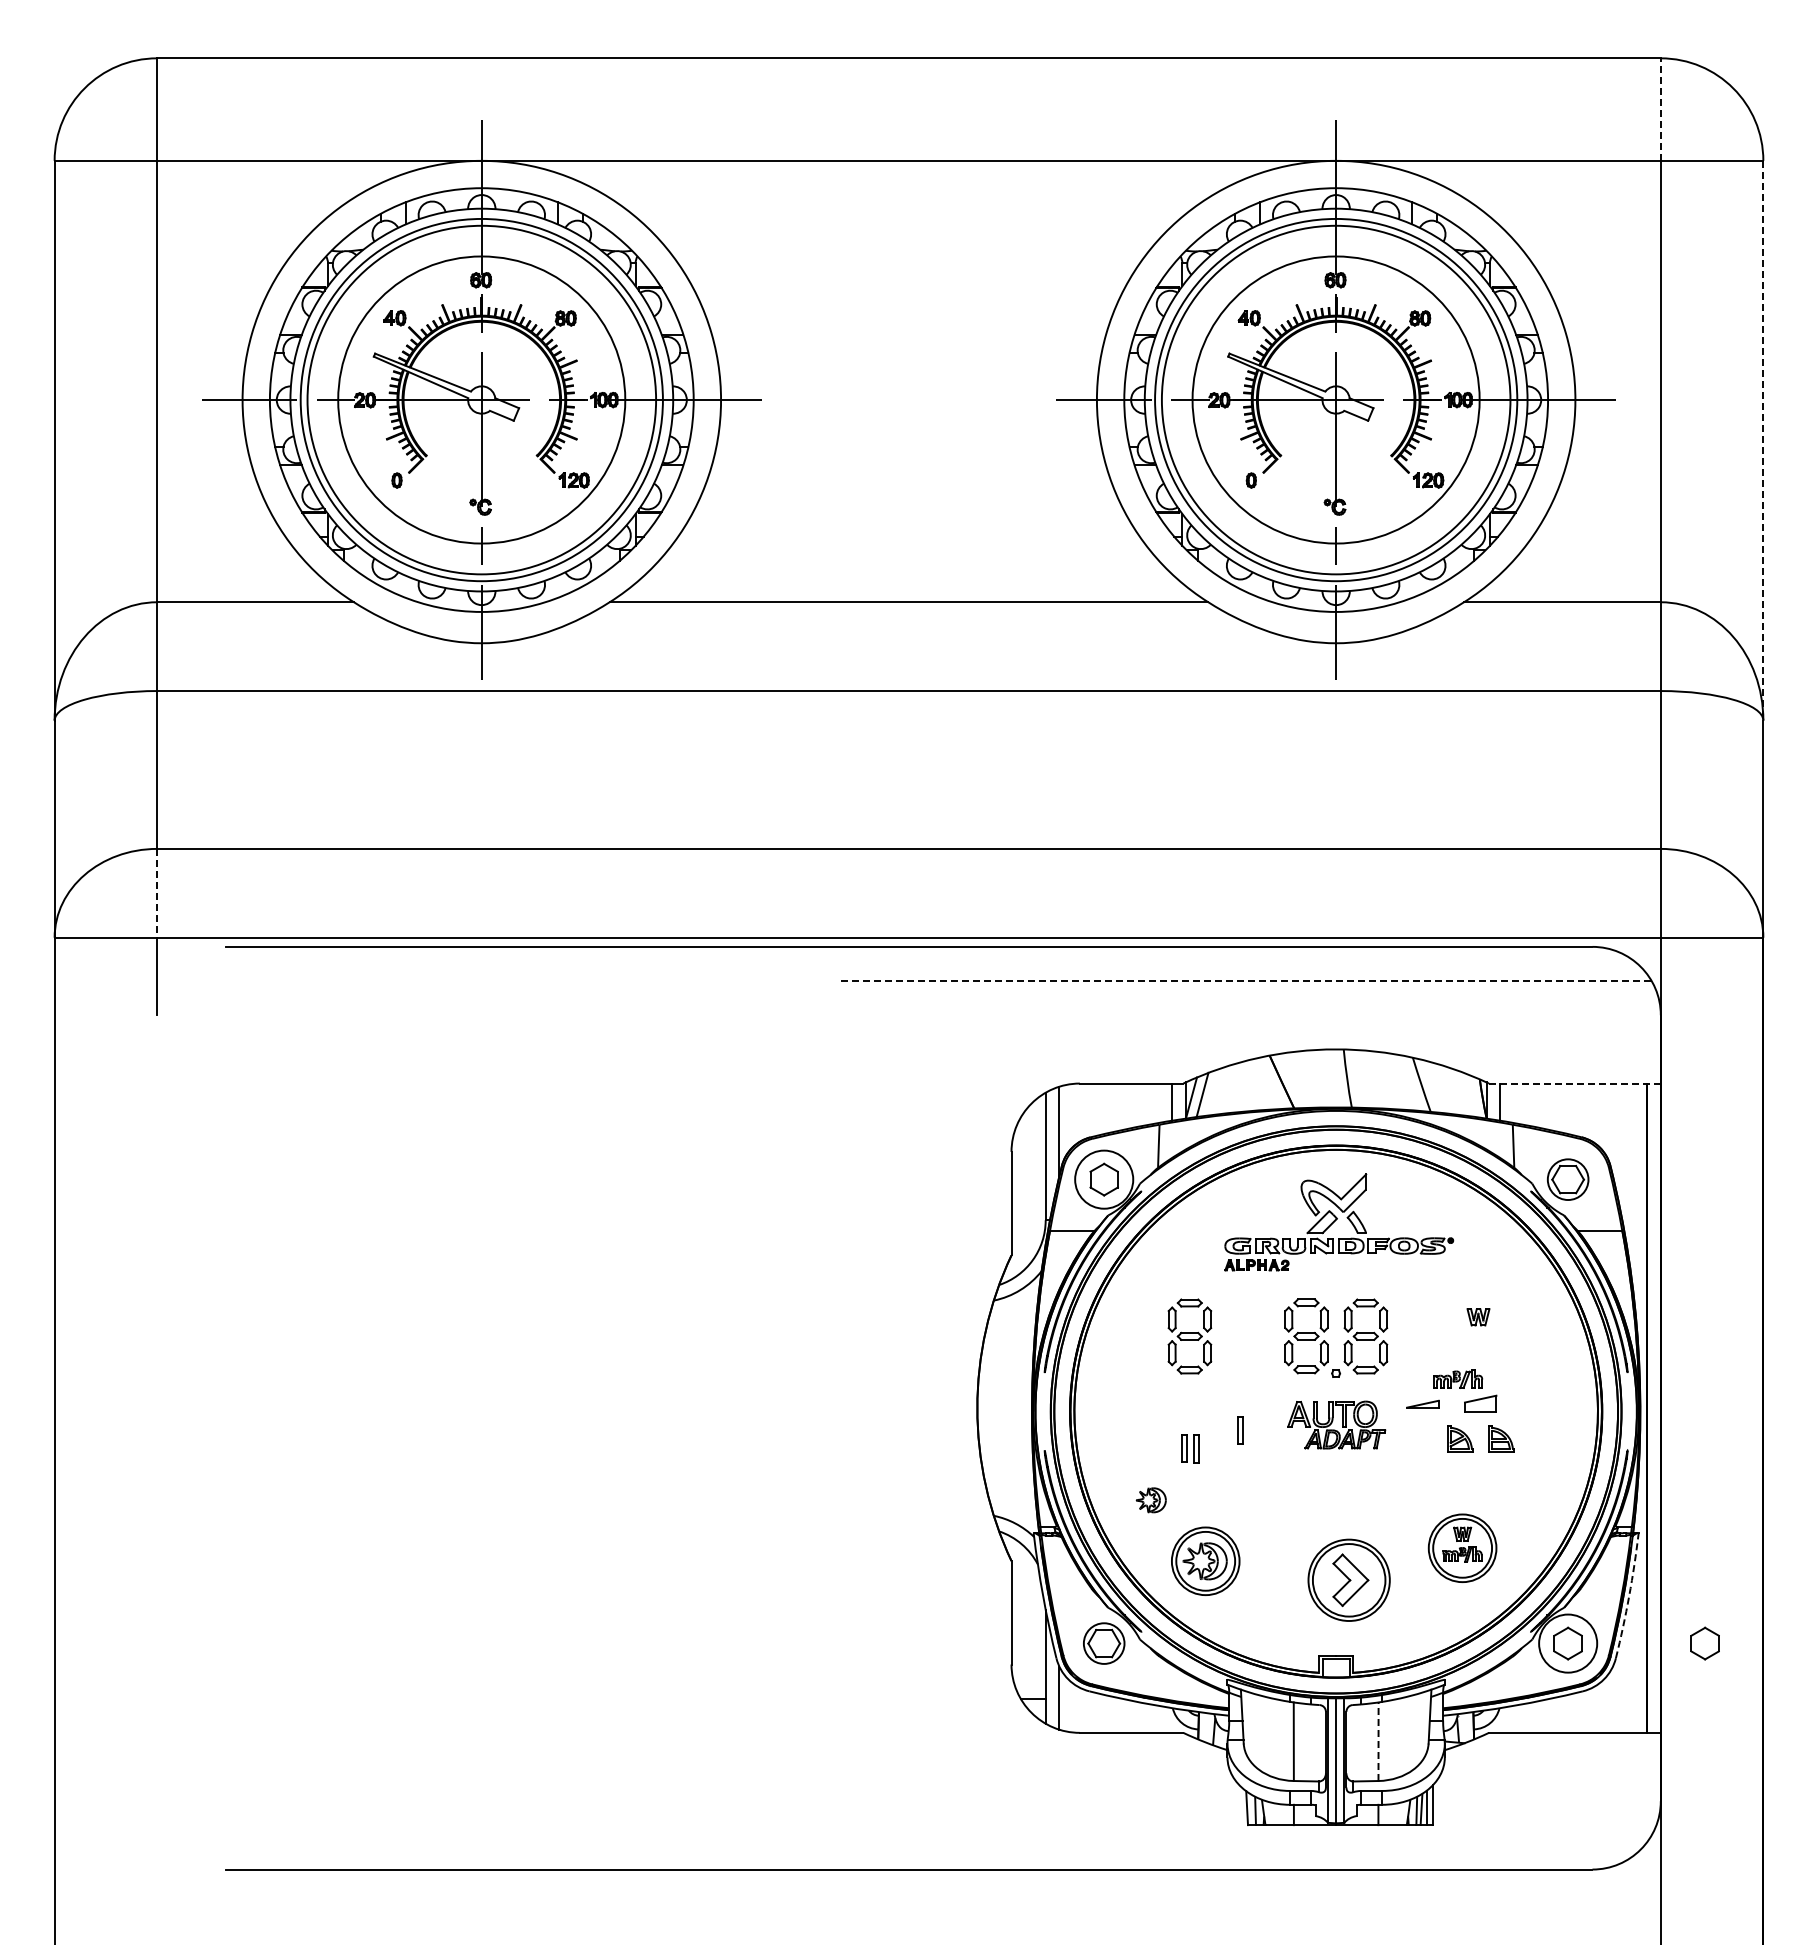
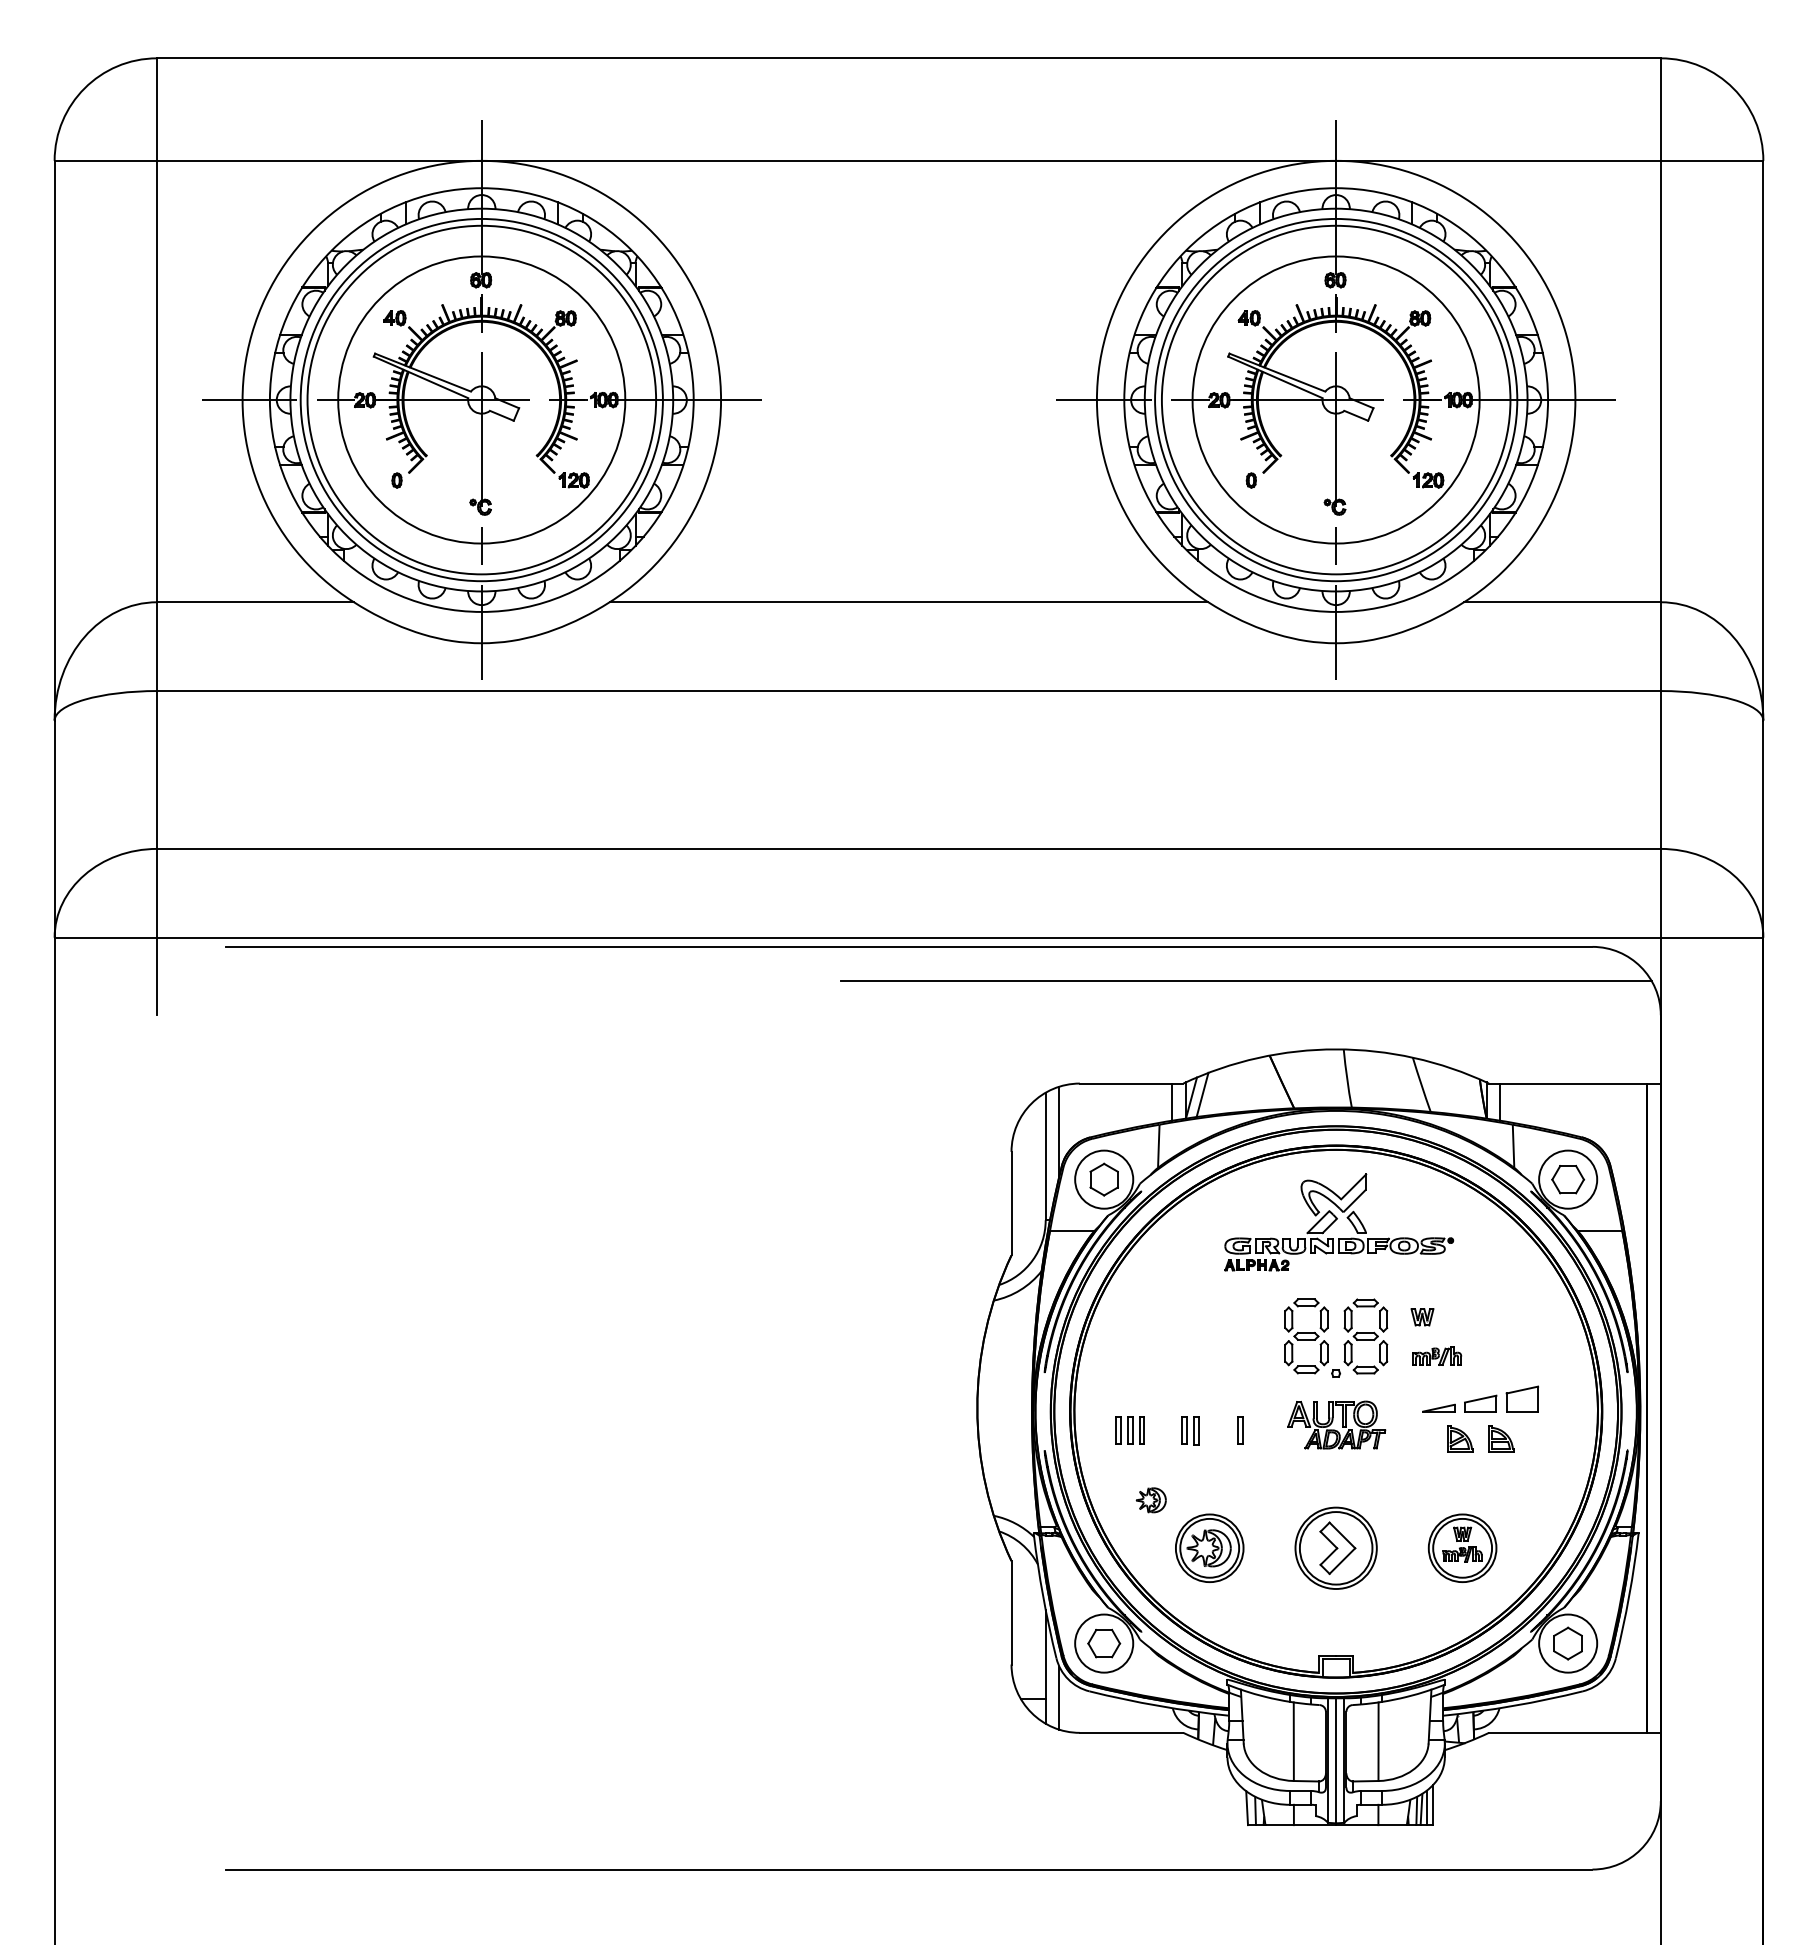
line at (1660, 109): dashed -> solid
line at (1763, 440): dashed -> solid
line at (157, 893): dashed -> solid
line at (1246, 981): dashed -> solid
line at (1574, 1083): dashed -> solid
circle at (1567, 1179) diameter: 41 px -> 58 px
part at (1478, 1317) position: (1478, 1317) -> (1422, 1317)
part at (1189, 1336): present -> none
part at (1458, 1378) position: (1458, 1378) -> (1437, 1355)
part at (1521, 1398): none -> present
part at (1422, 1403) position: (1422, 1403) -> (1438, 1407)
part at (1129, 1430): none -> present
part at (1190, 1448) position: (1190, 1448) -> (1190, 1430)
part at (1205, 1560) position: (1205, 1560) -> (1209, 1547)
part at (1348, 1579) position: (1348, 1579) -> (1335, 1547)
arc at (1629, 1596): dashed -> solid
circle at (1103, 1643) diameter: 41 px -> 58 px
part at (1704, 1643): present -> none
line at (1378, 1741): dashed -> solid
